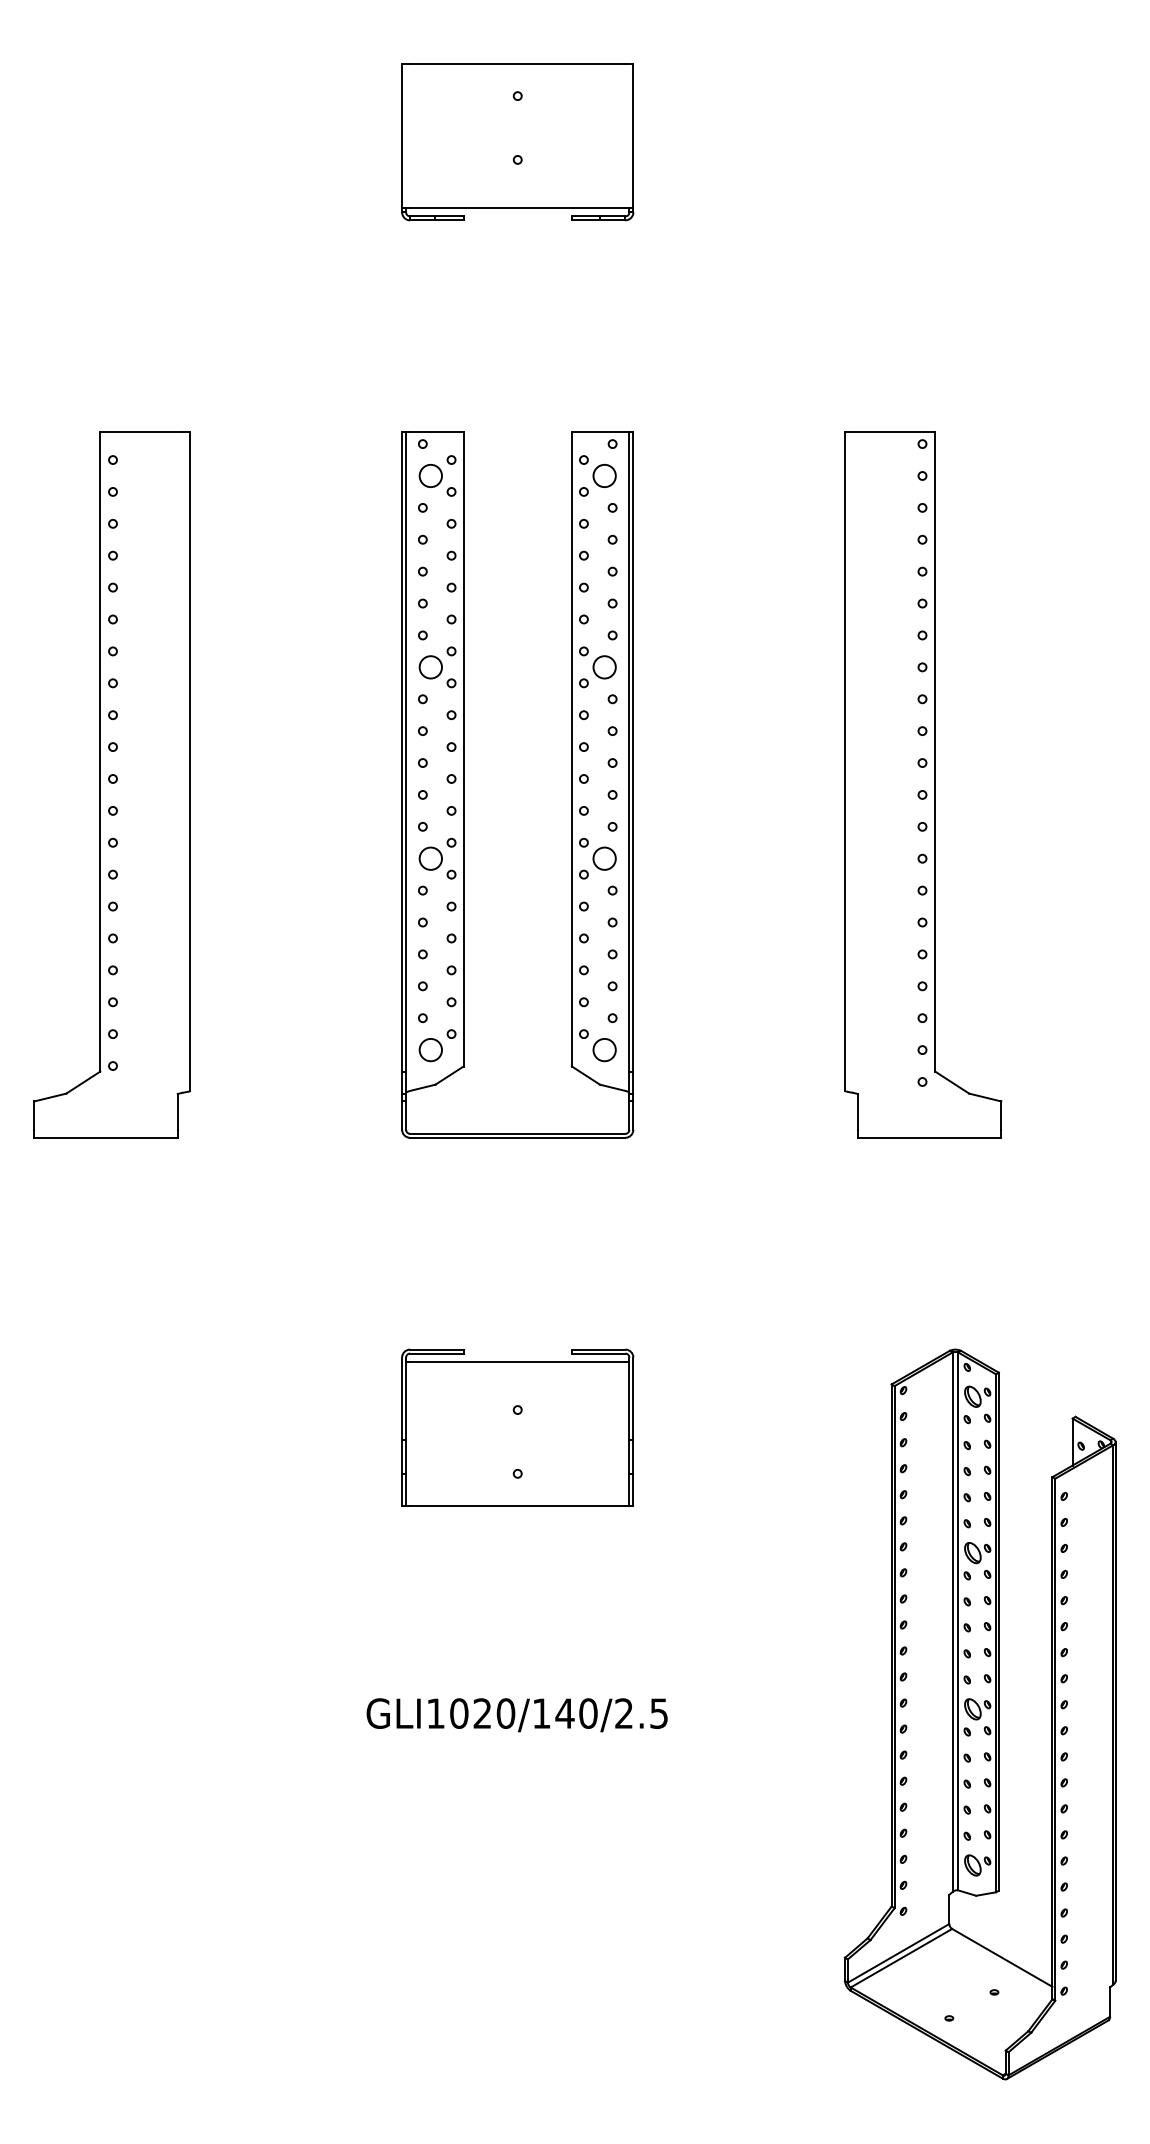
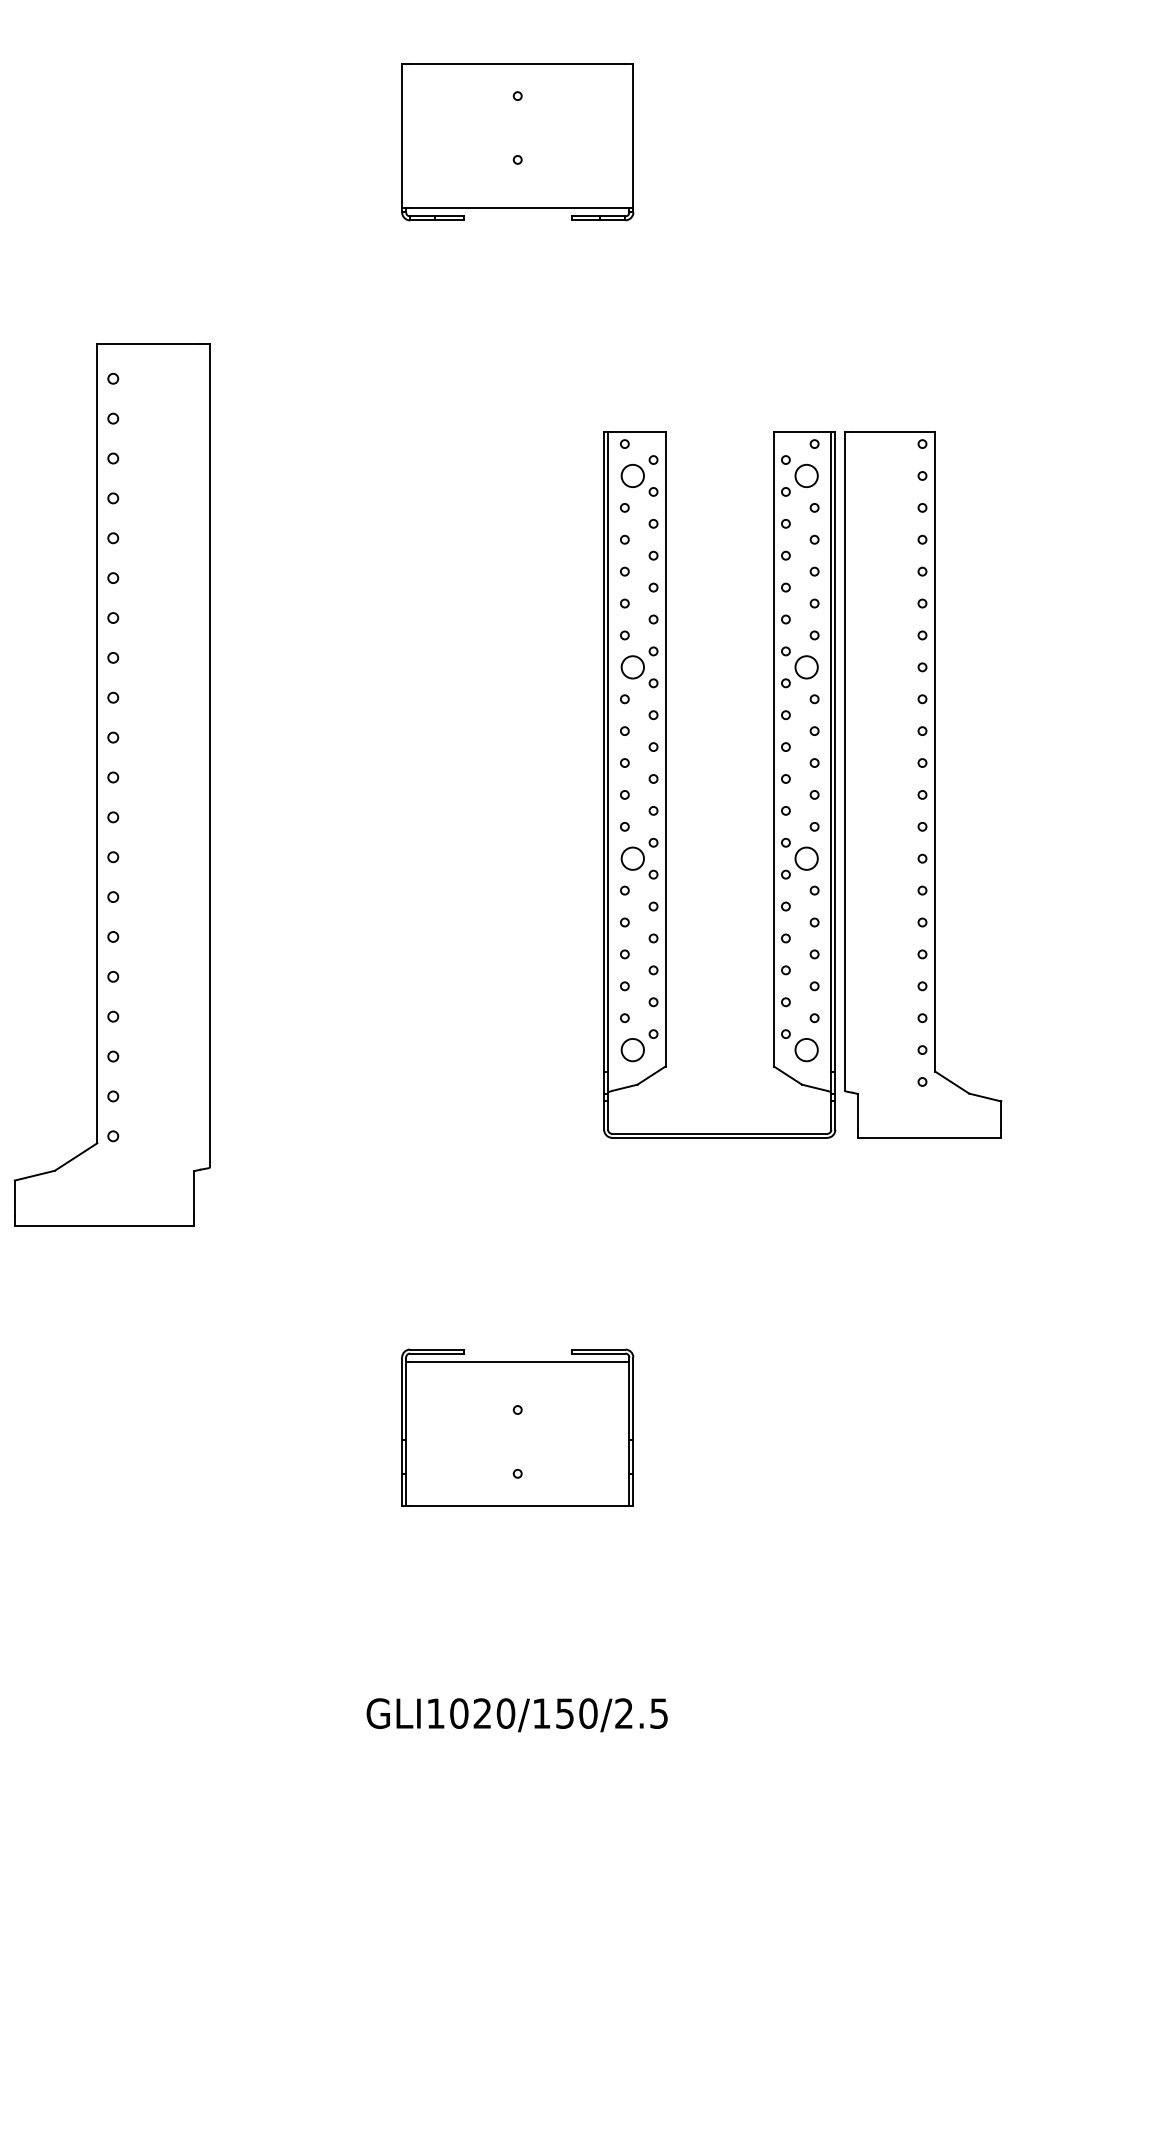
part at (111, 784) size: 158x708 px -> 198x884 px
part at (464, 784) position: (464, 784) -> (666, 784)
text at (564, 1713): GLI1020/140/2.5 -> GLI1020/150/2.5
part at (979, 1714): present -> none
